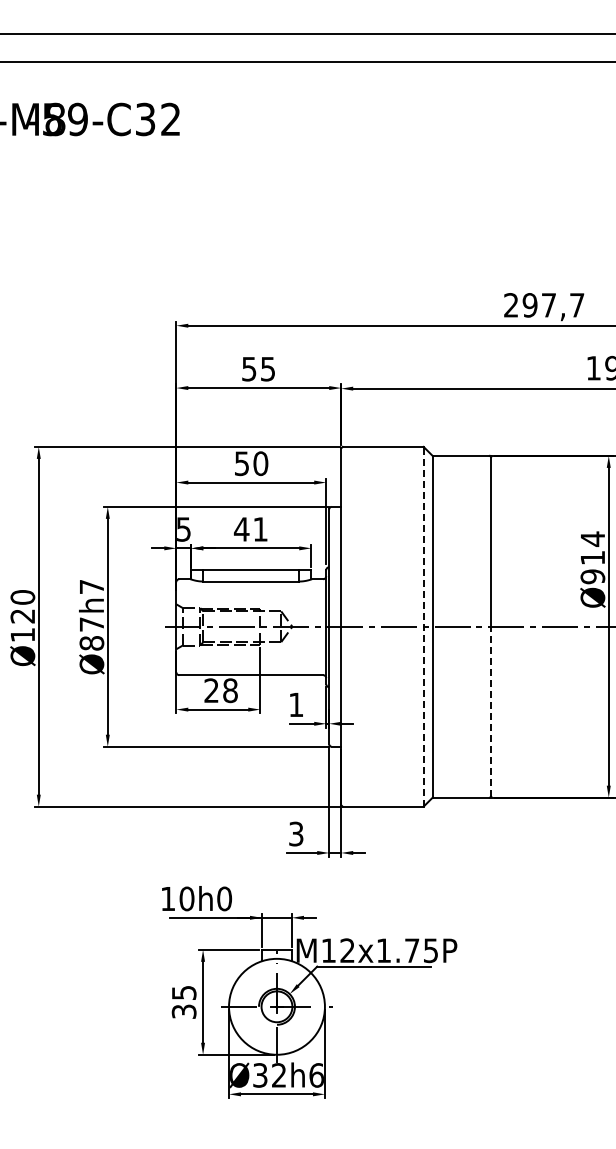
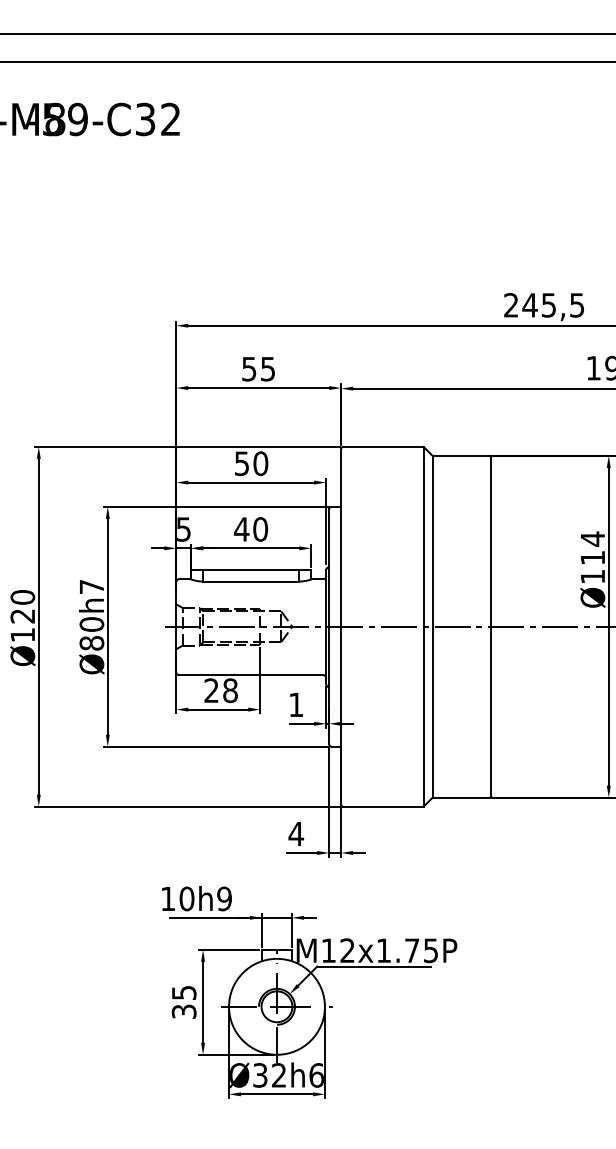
text at (553, 305): 297,7 -> 245,5
text at (260, 529): 41 -> 40
text at (592, 576): Ø914 -> Ø114
text at (91, 624): Ø87h7 -> Ø80h7
line at (423, 626): dashed -> solid
line at (491, 711): dashed -> solid
text at (296, 833): 3 -> 4
text at (224, 898): 10h0 -> 10h9
